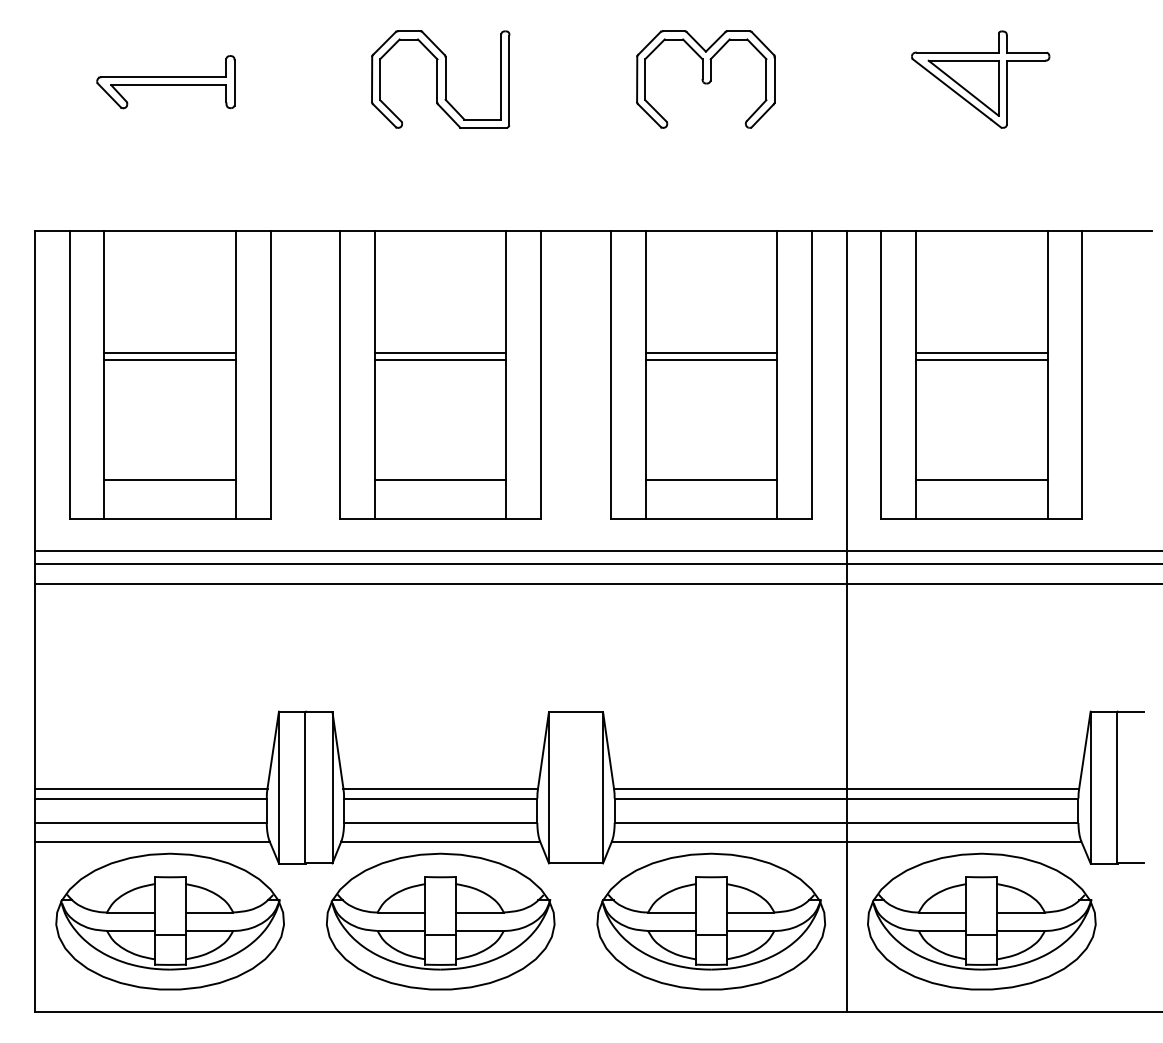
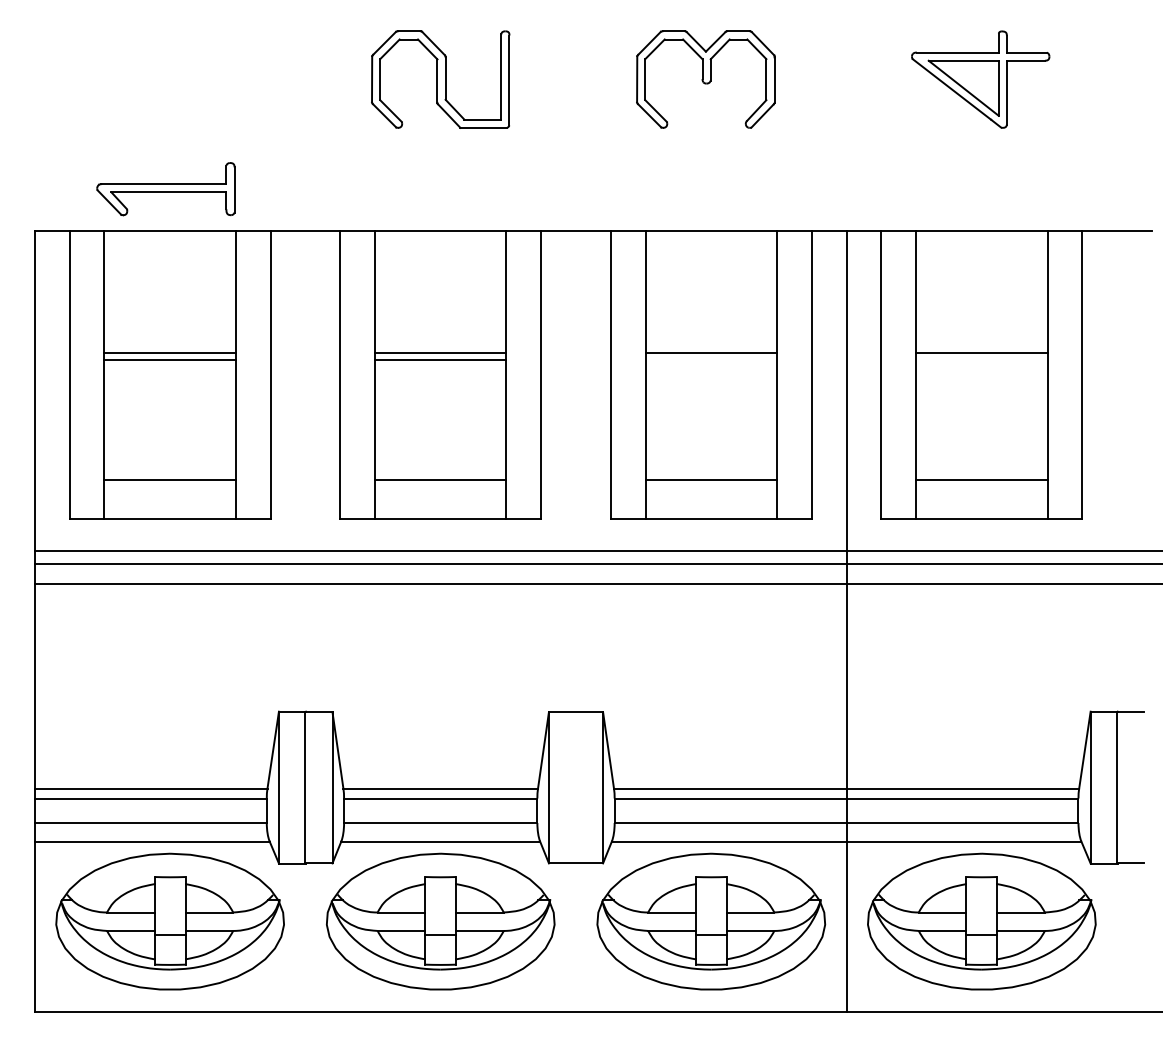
part at (165, 82) position: (165, 82) -> (165, 189)
line at (711, 360): present -> none
line at (981, 360): present -> none
